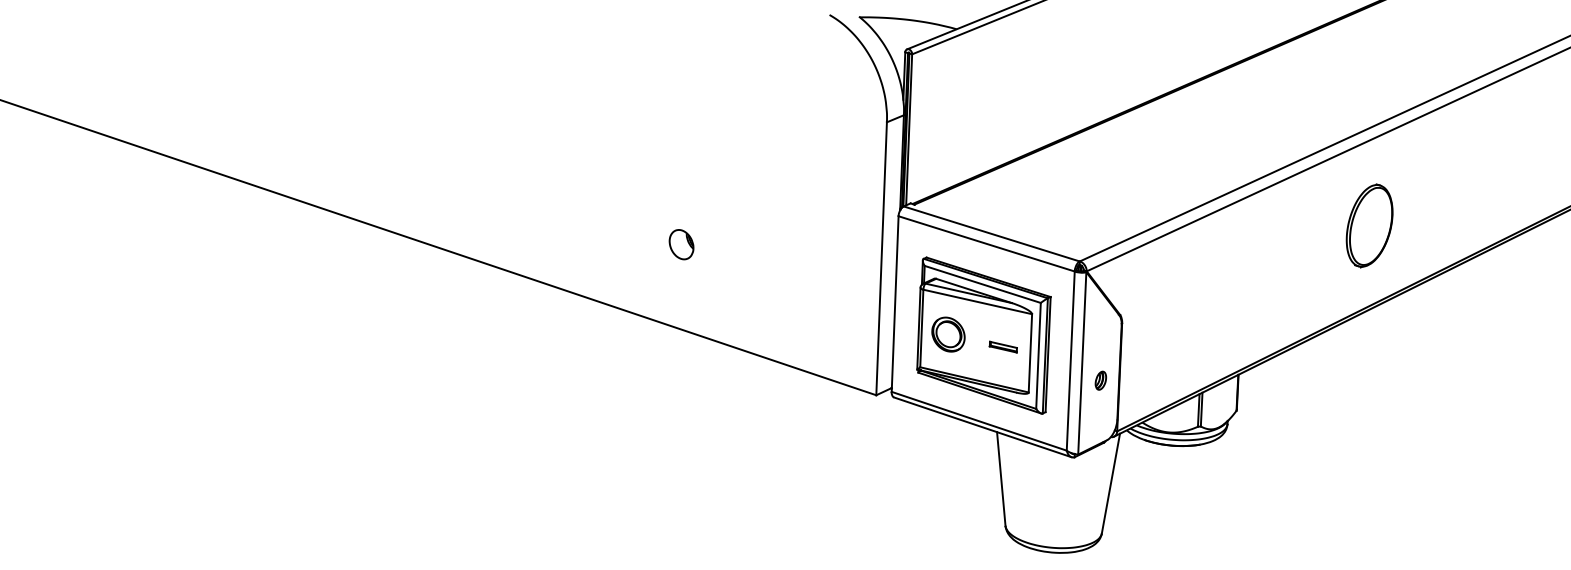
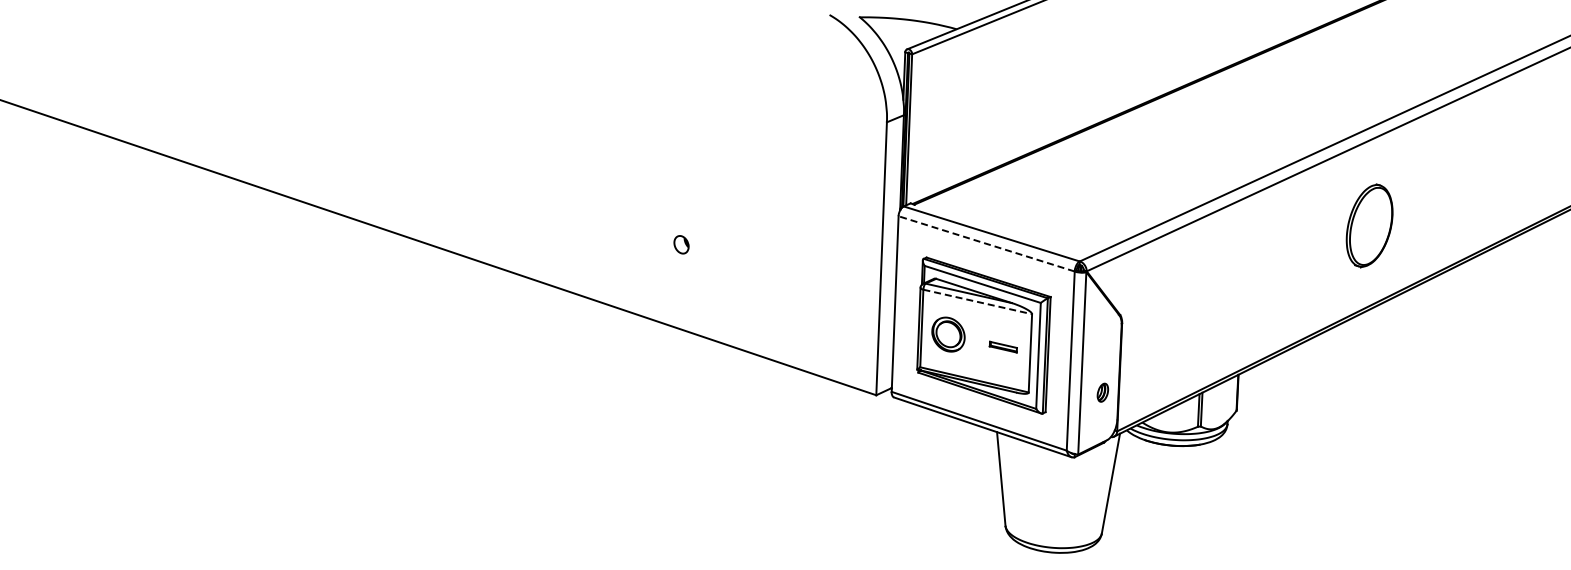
line at (986, 243): solid -> dashed
part at (681, 244) size: 27x32 px -> 17x20 px
line at (977, 301): solid -> dashed
part at (1100, 380) position: (1100, 380) -> (1102, 392)
